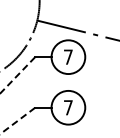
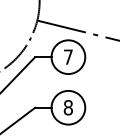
line at (17, 75): dashed -> solid
text at (67, 107): 7 -> 8
line at (17, 120): dashed -> solid
